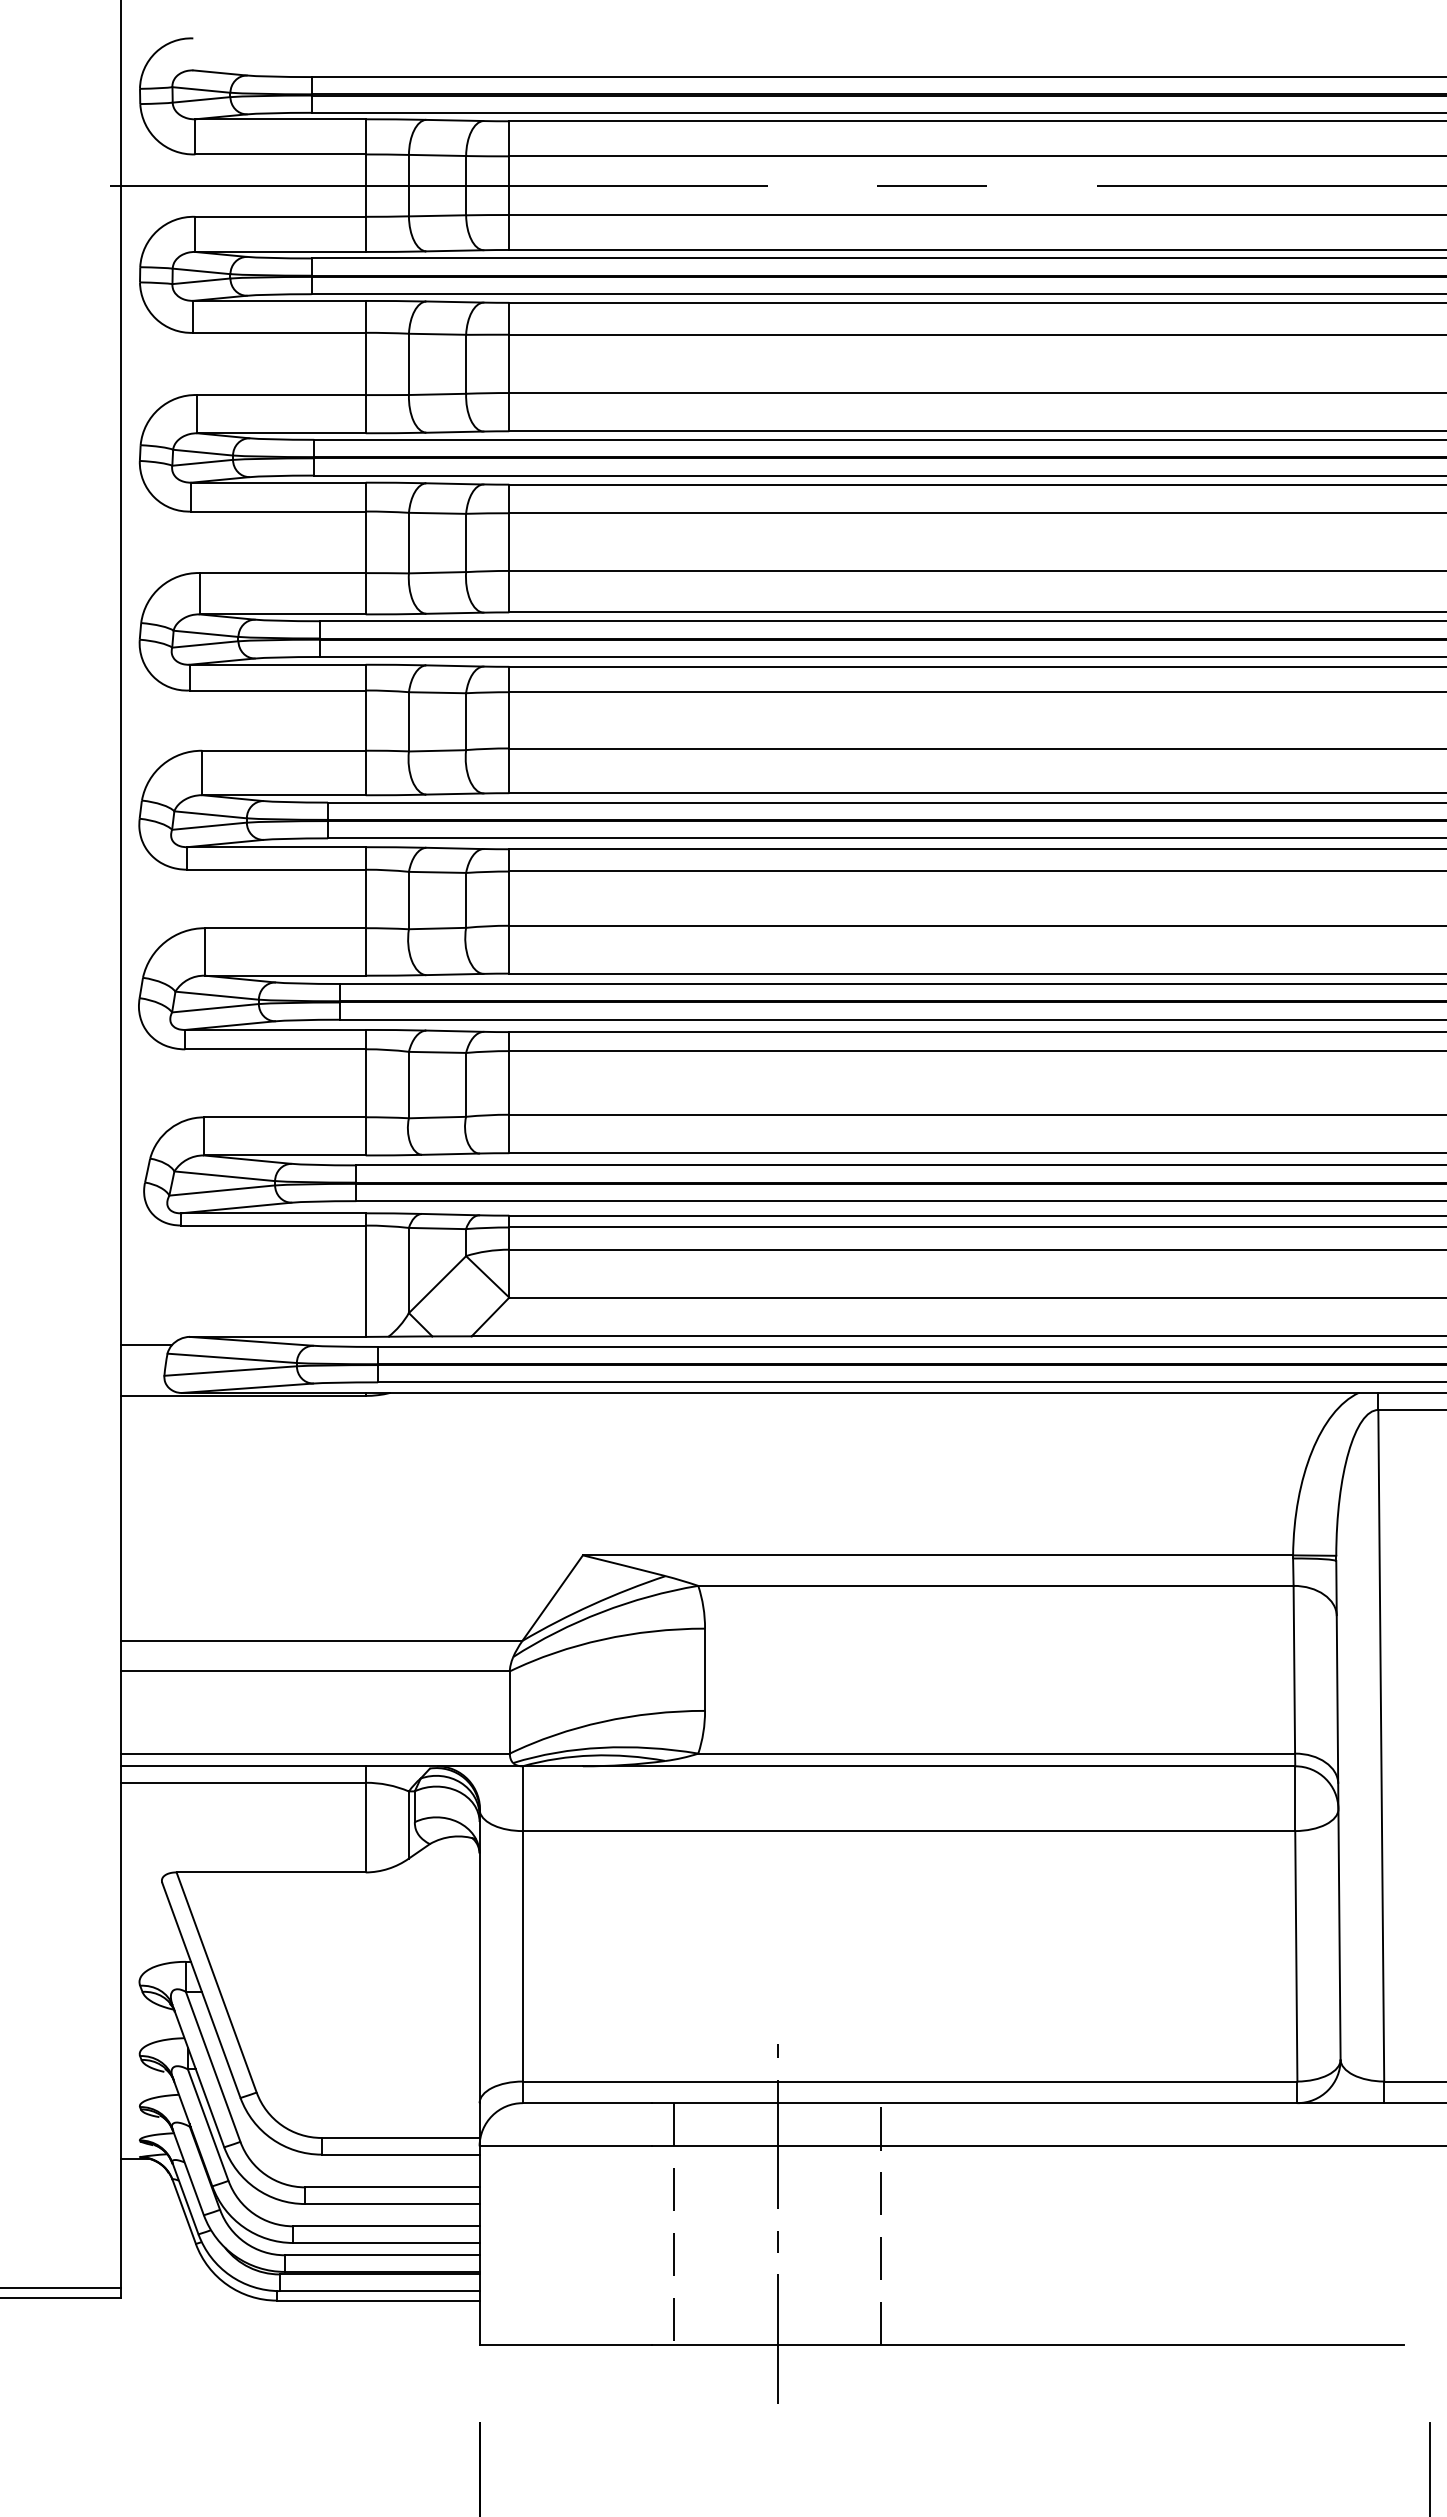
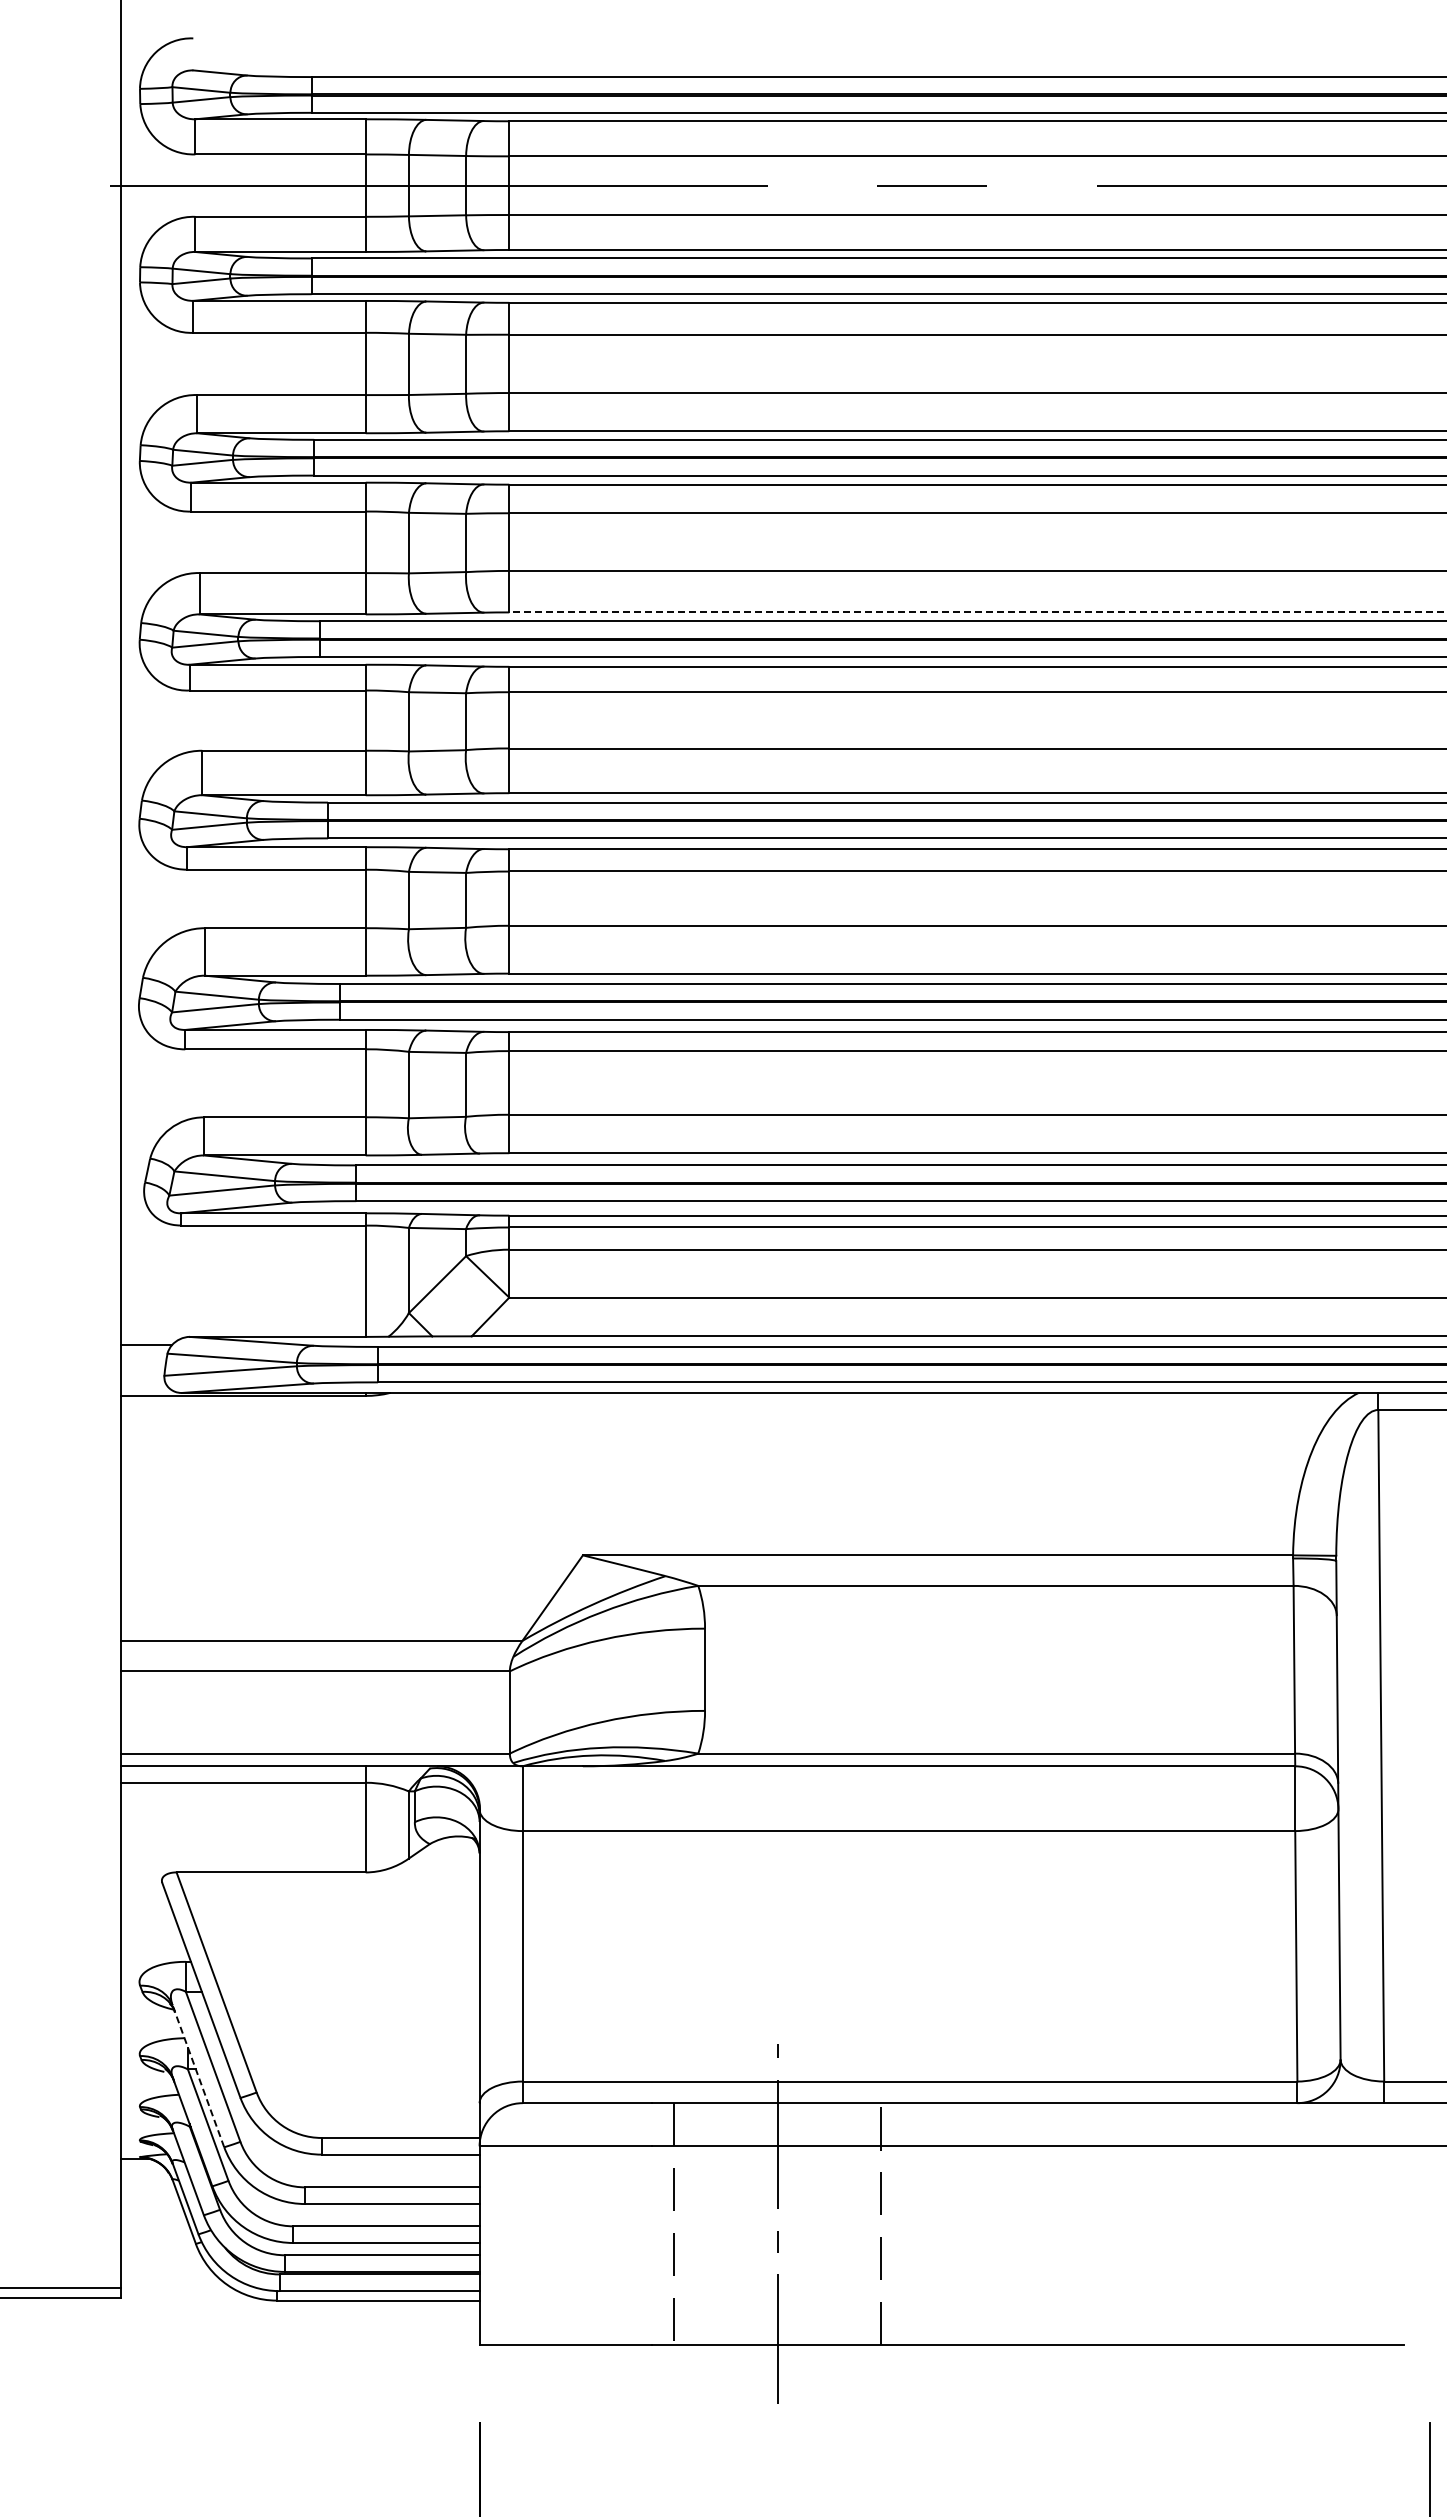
line at (977, 612): solid -> dashed
line at (198, 2075): solid -> dashed
